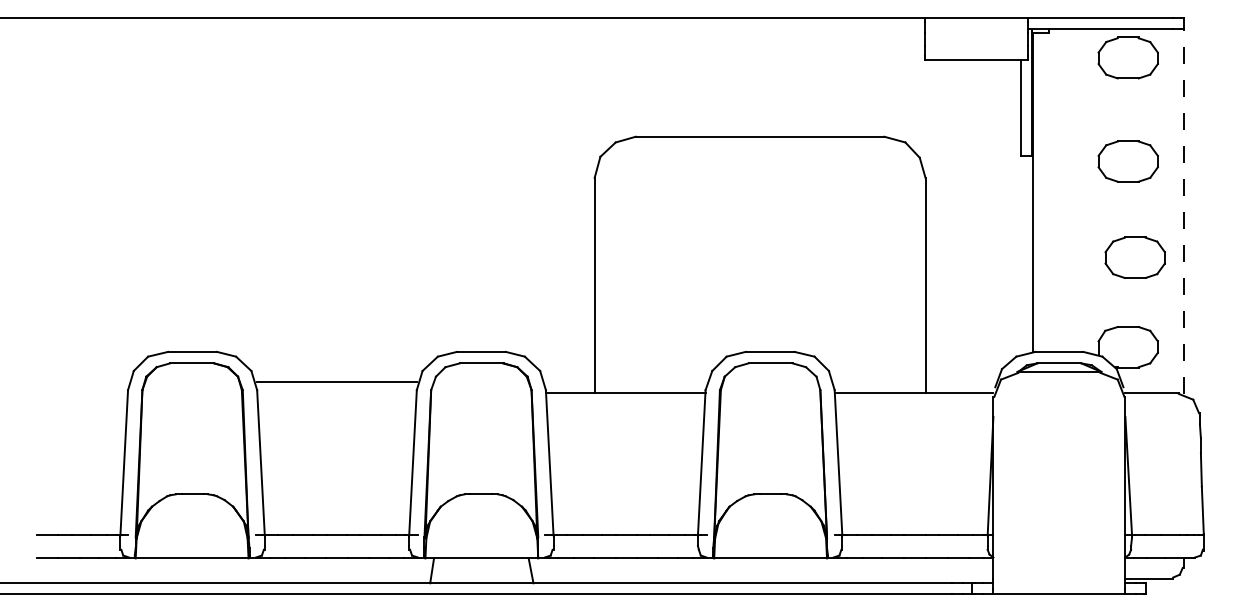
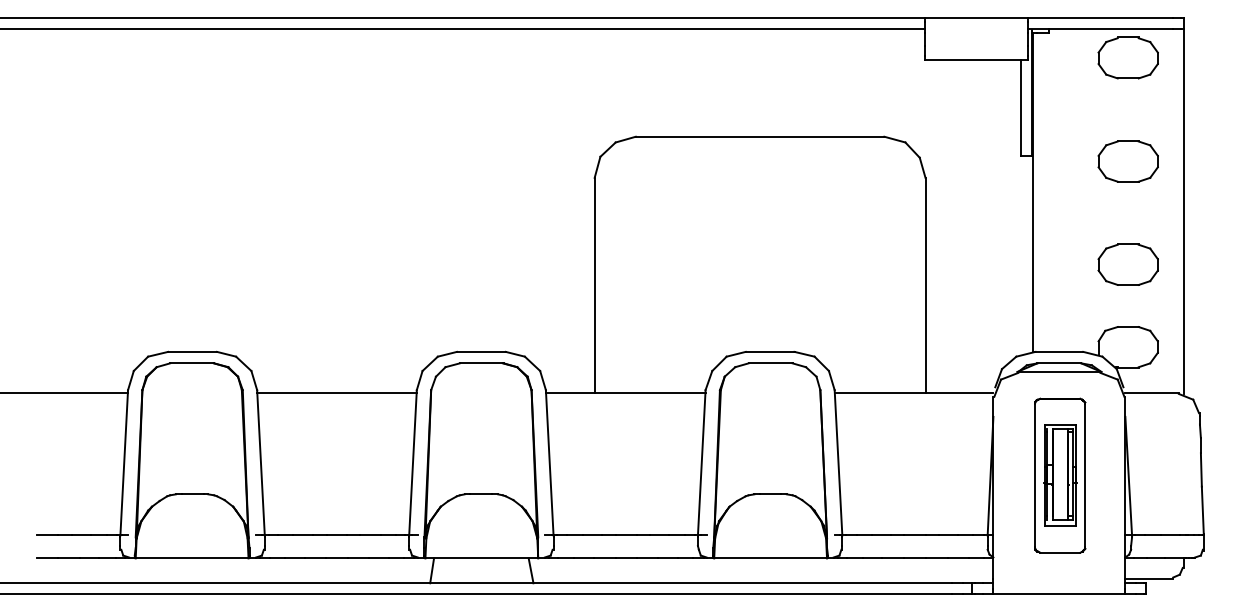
line at (463, 28): none -> present
line at (1183, 211): dashed -> solid
part at (1134, 257) position: (1134, 257) -> (1127, 264)
line at (336, 382) position: (336, 382) -> (336, 393)
line at (65, 393): none -> present
part at (1060, 475): none -> present
